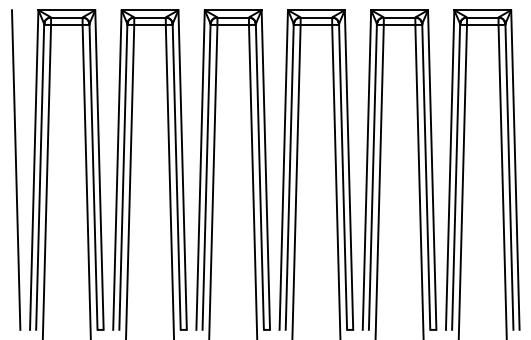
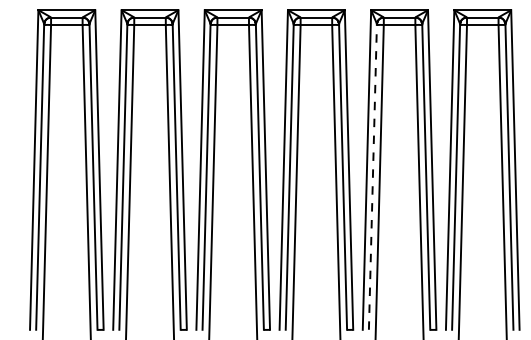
line at (16, 169): present -> none
line at (372, 177): solid -> dashed
